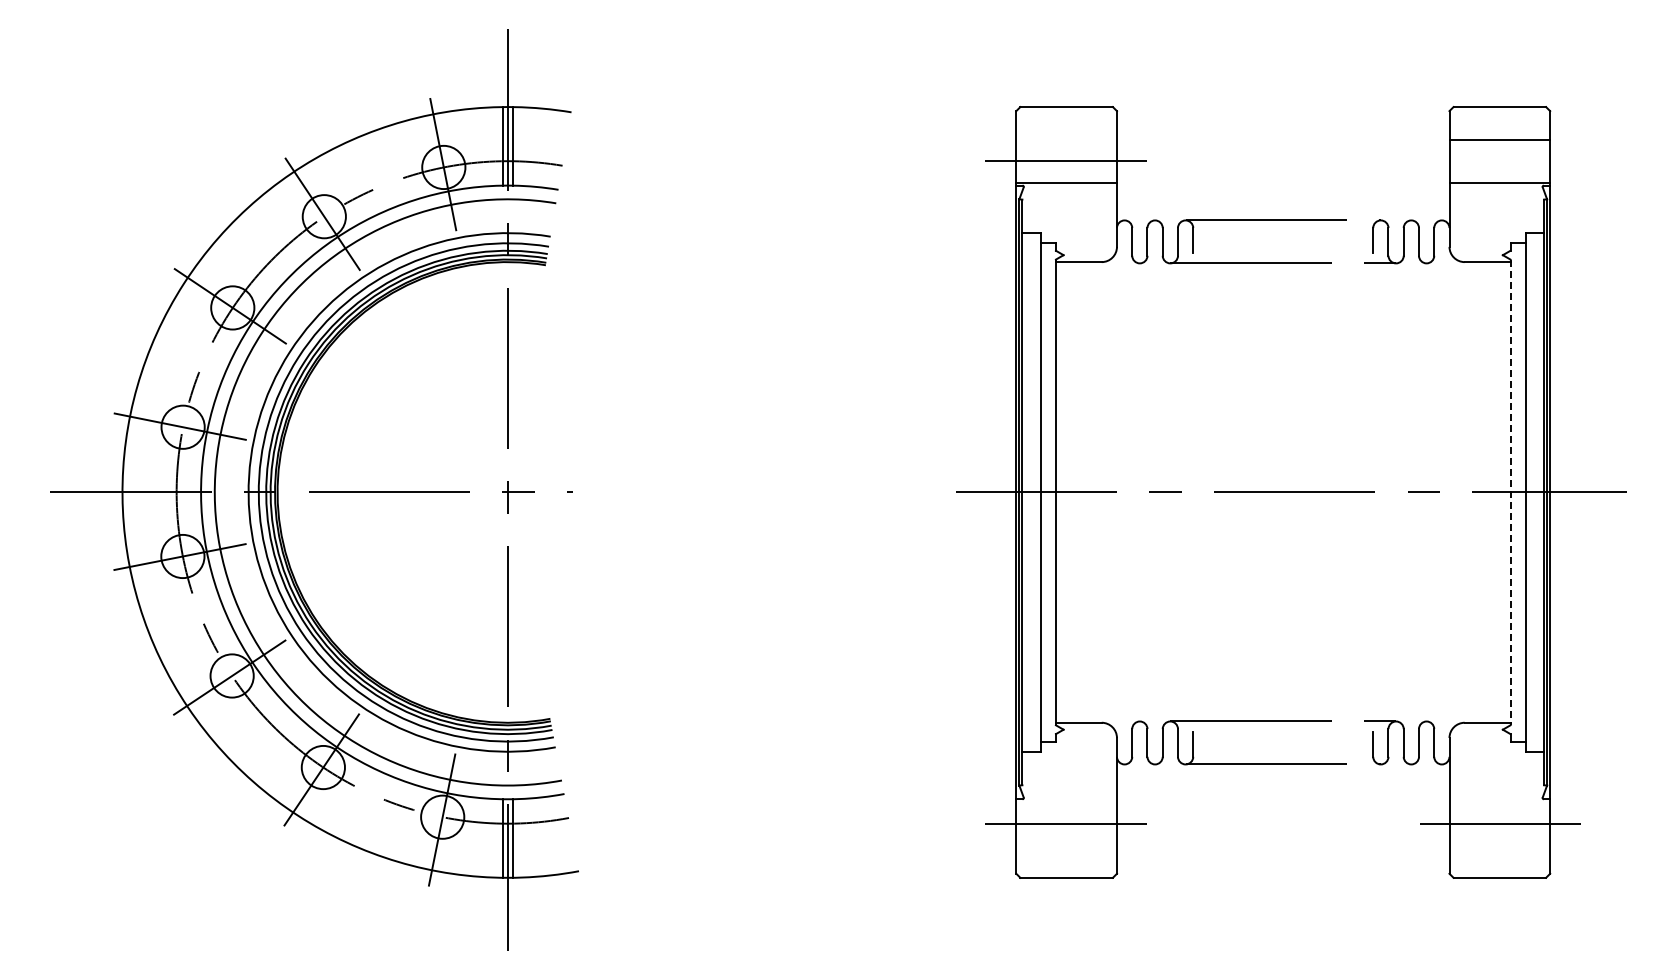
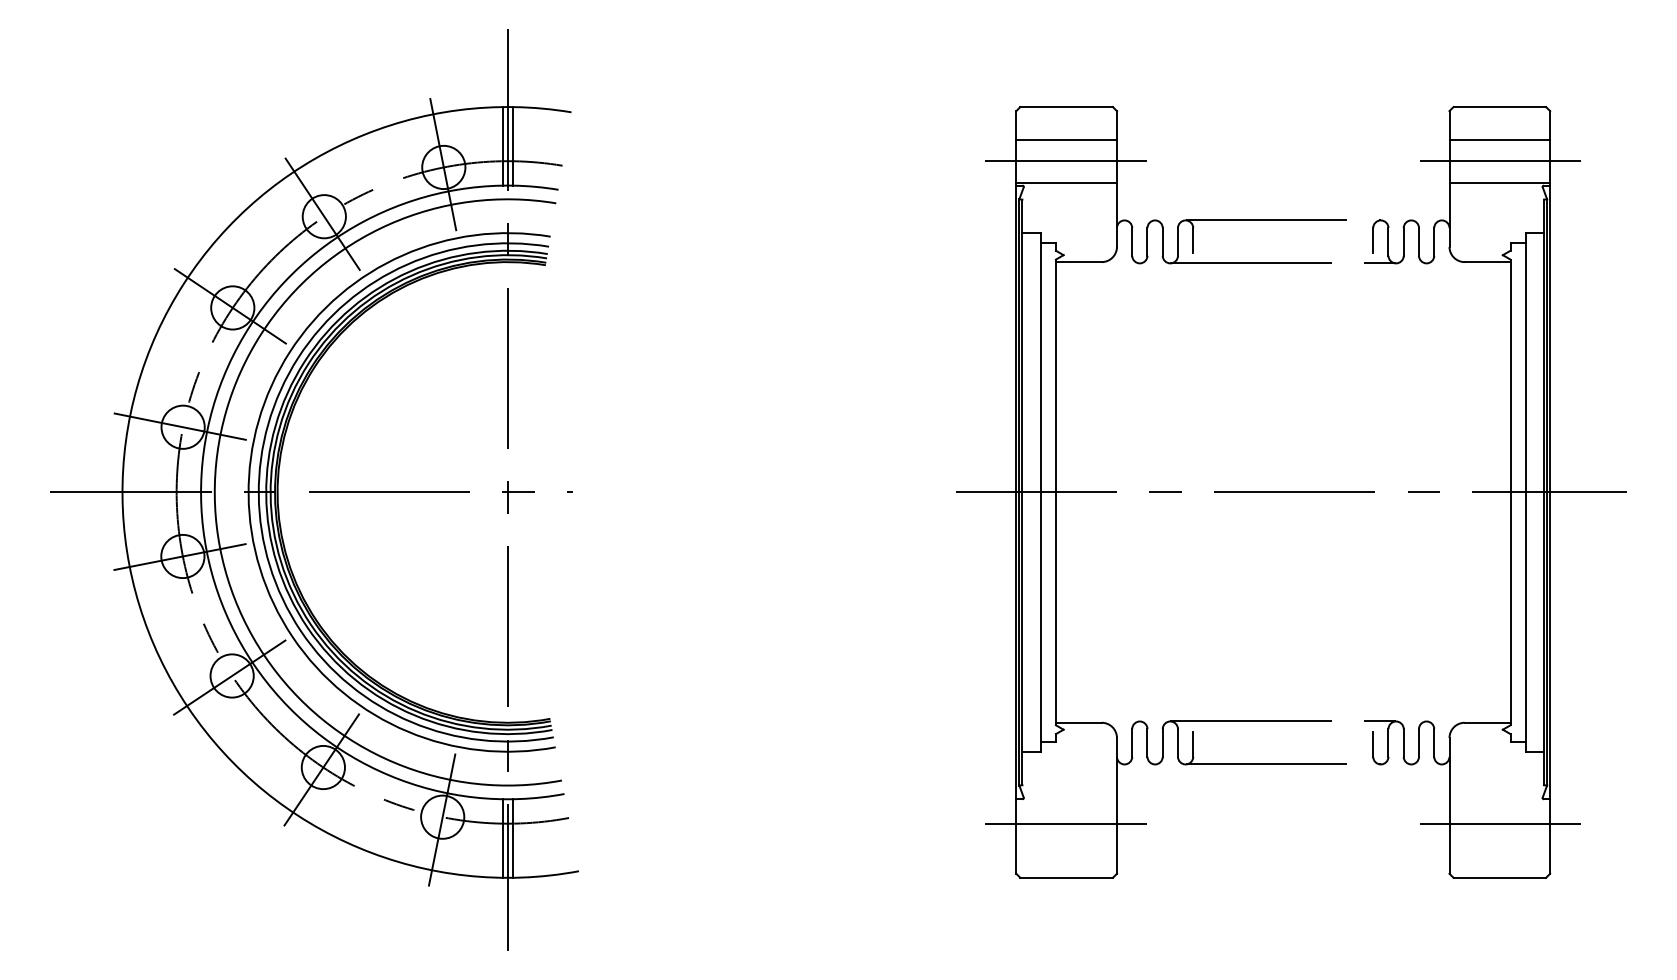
line at (1066, 139): none -> present
line at (1499, 161): none -> present
line at (1510, 492): dashed -> solid
